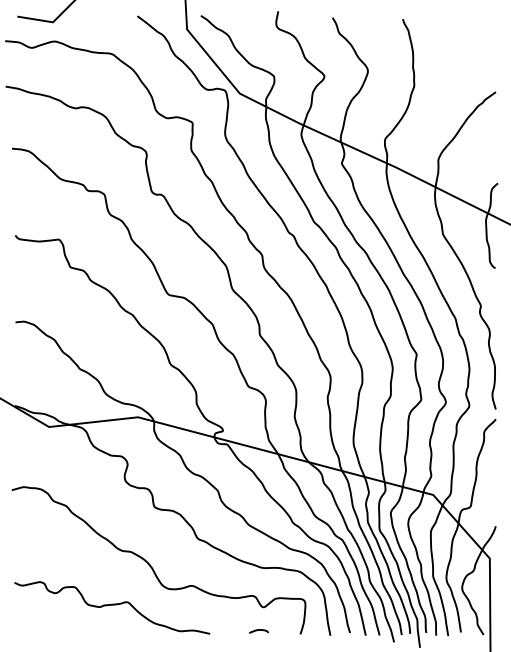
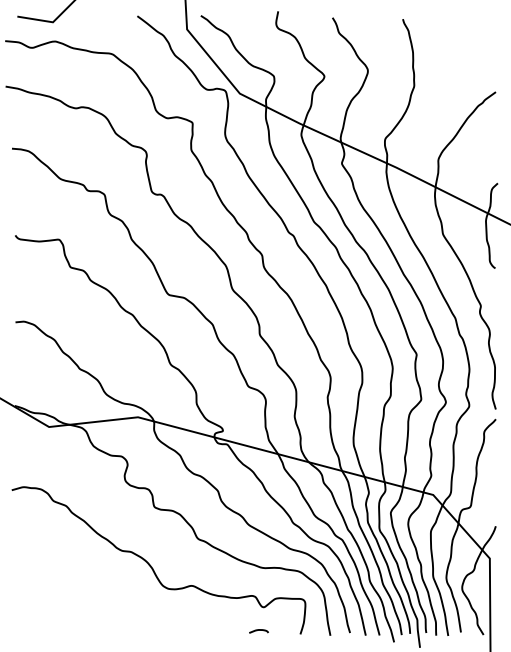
curve at (112, 605): present -> none
